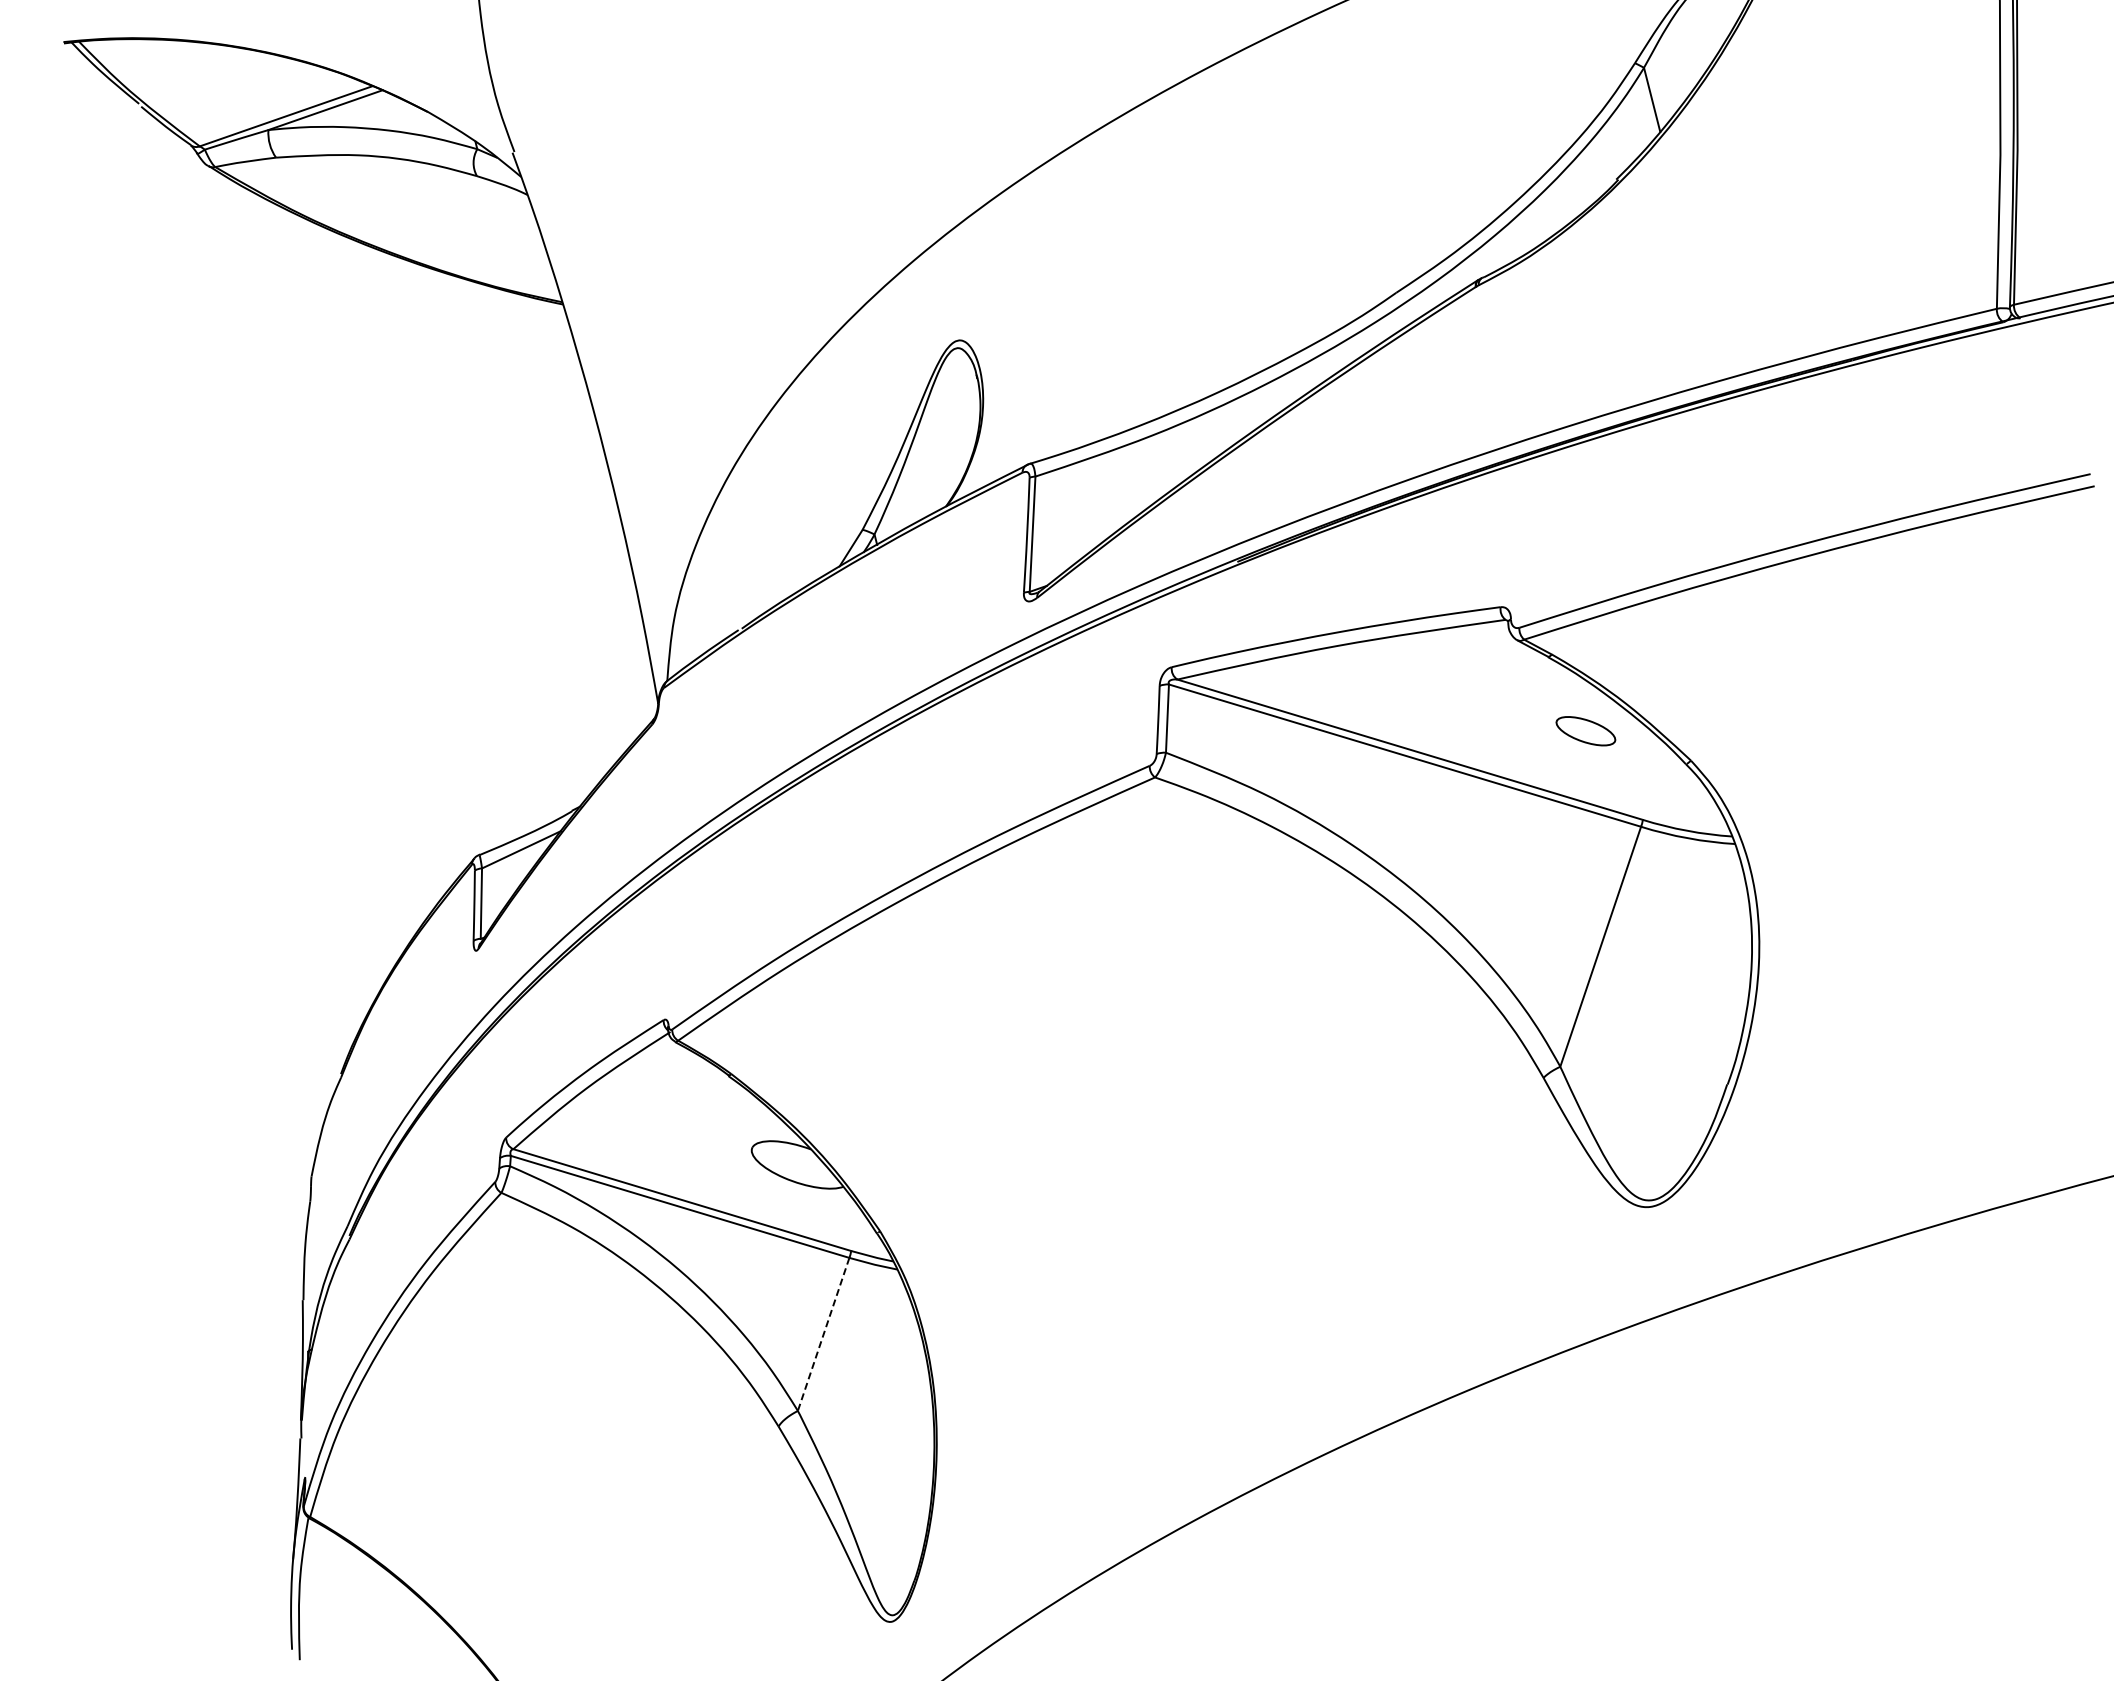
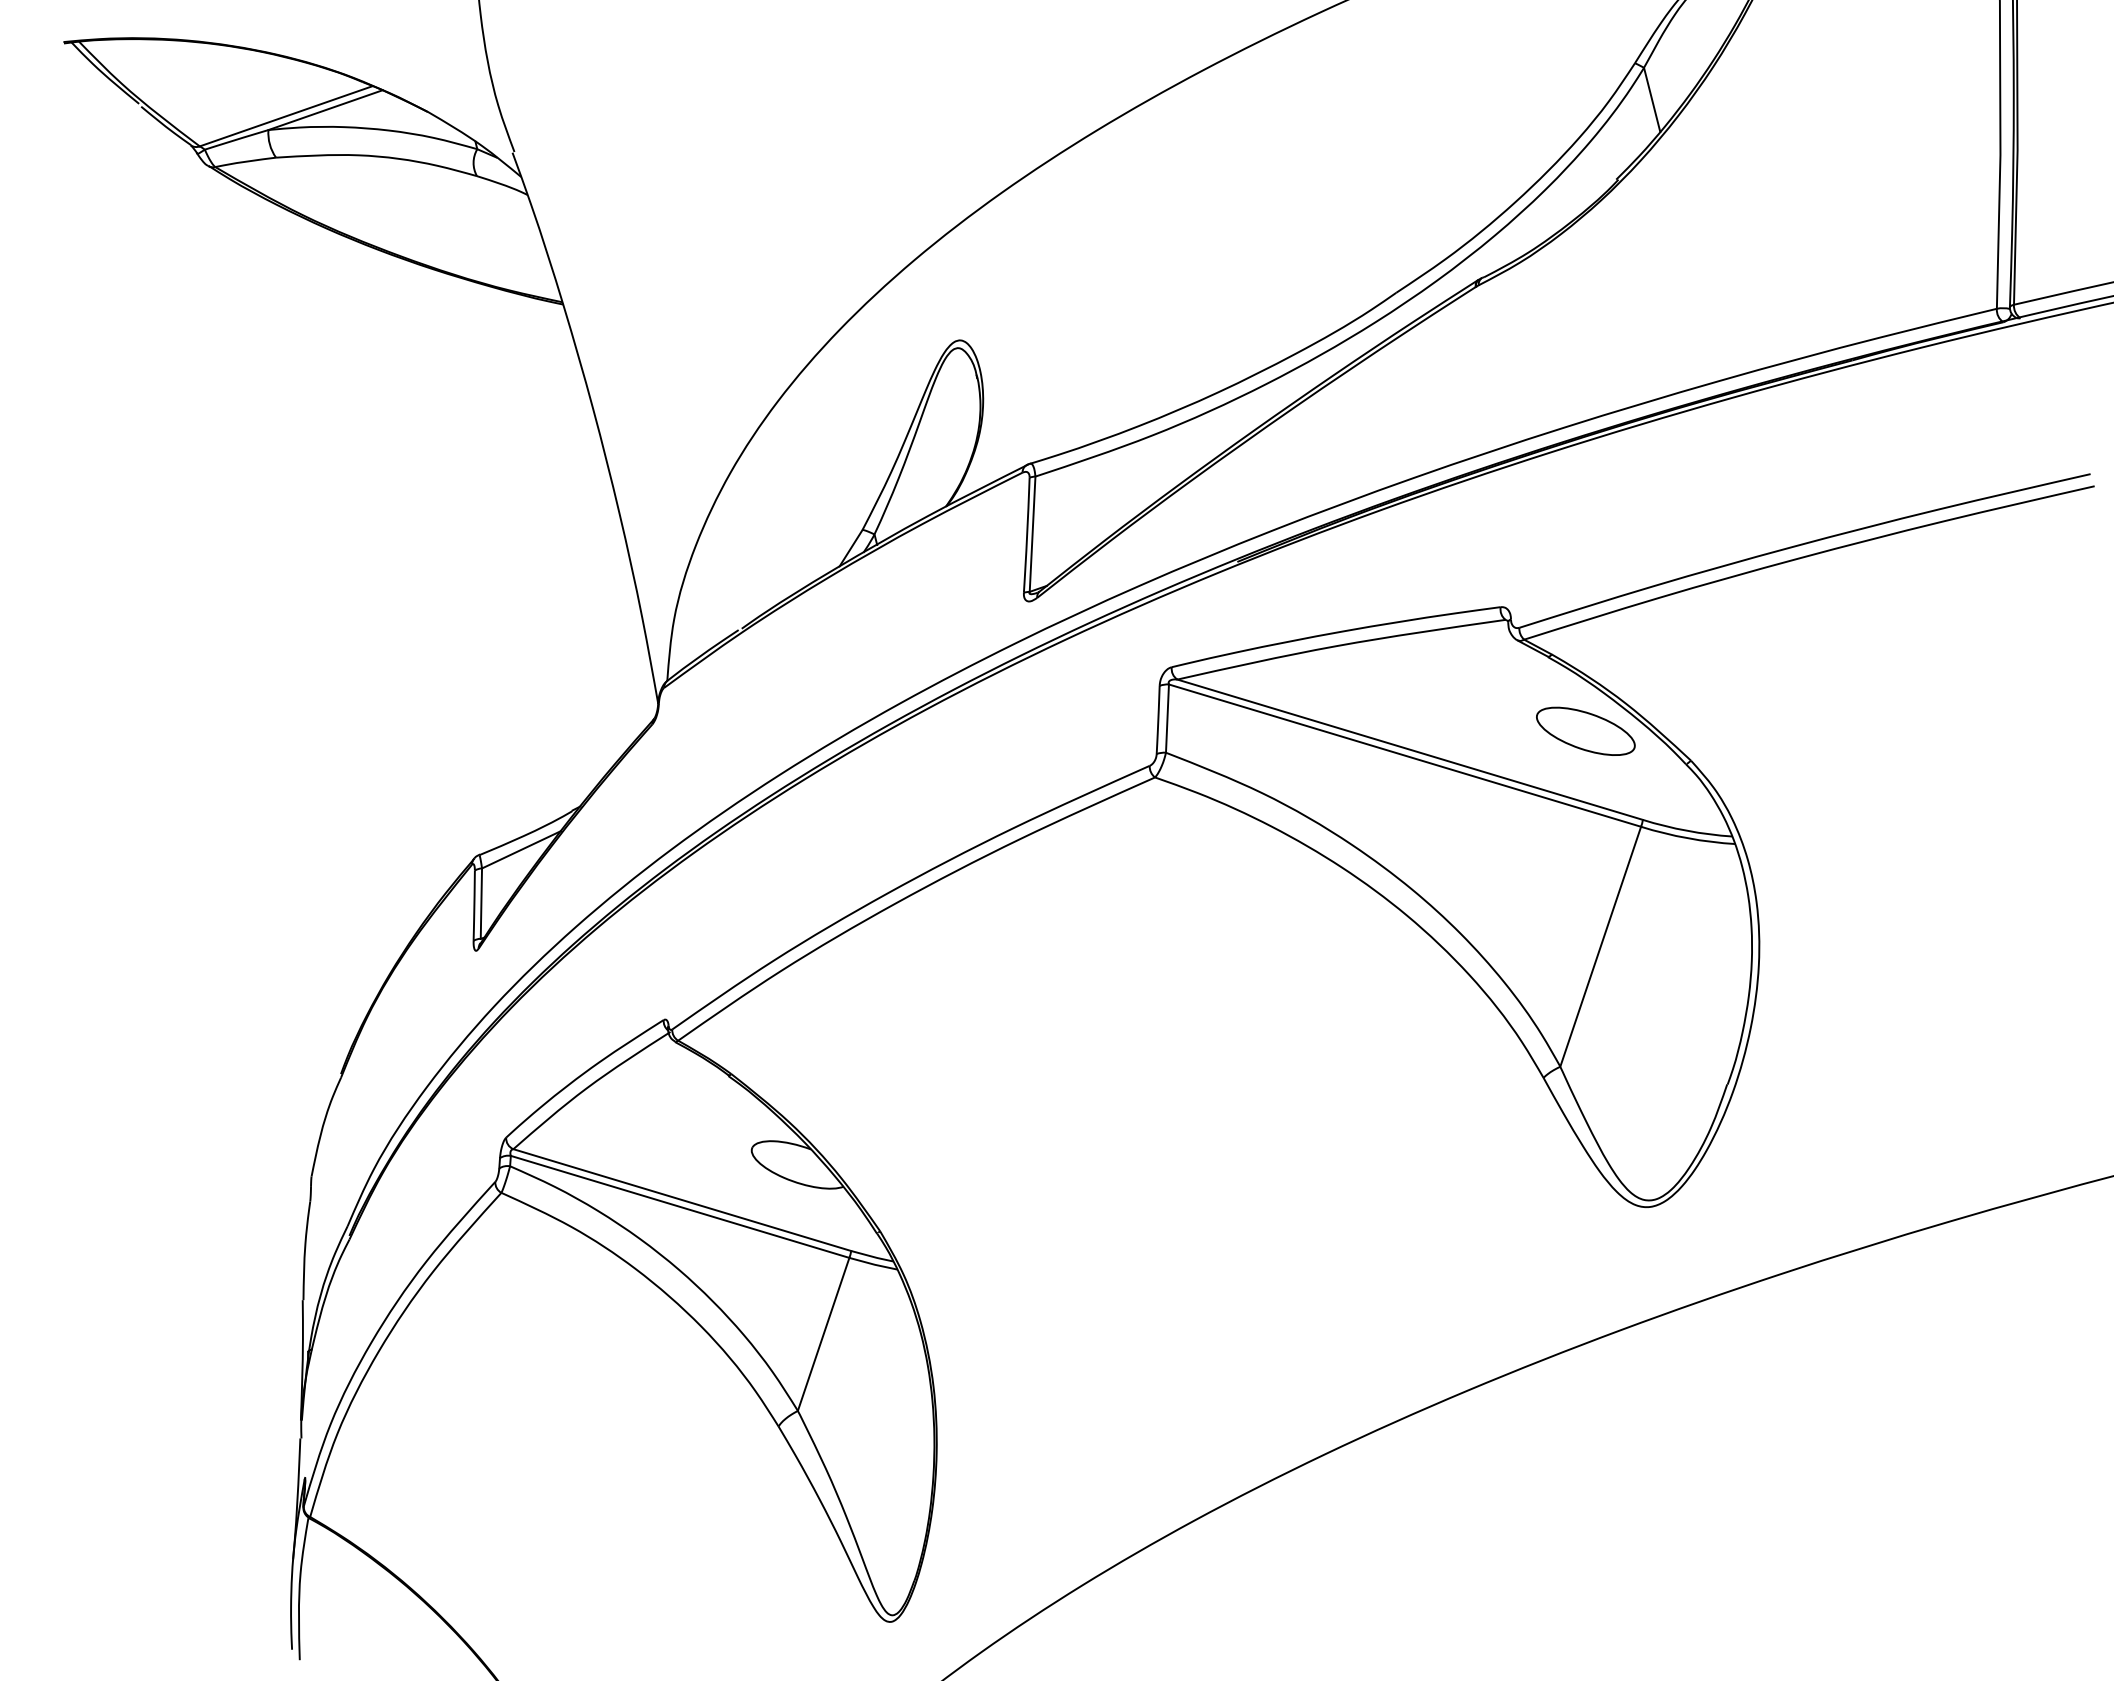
part at (1585, 731) size: 62x31 px -> 100x50 px
line at (823, 1334): dashed -> solid
